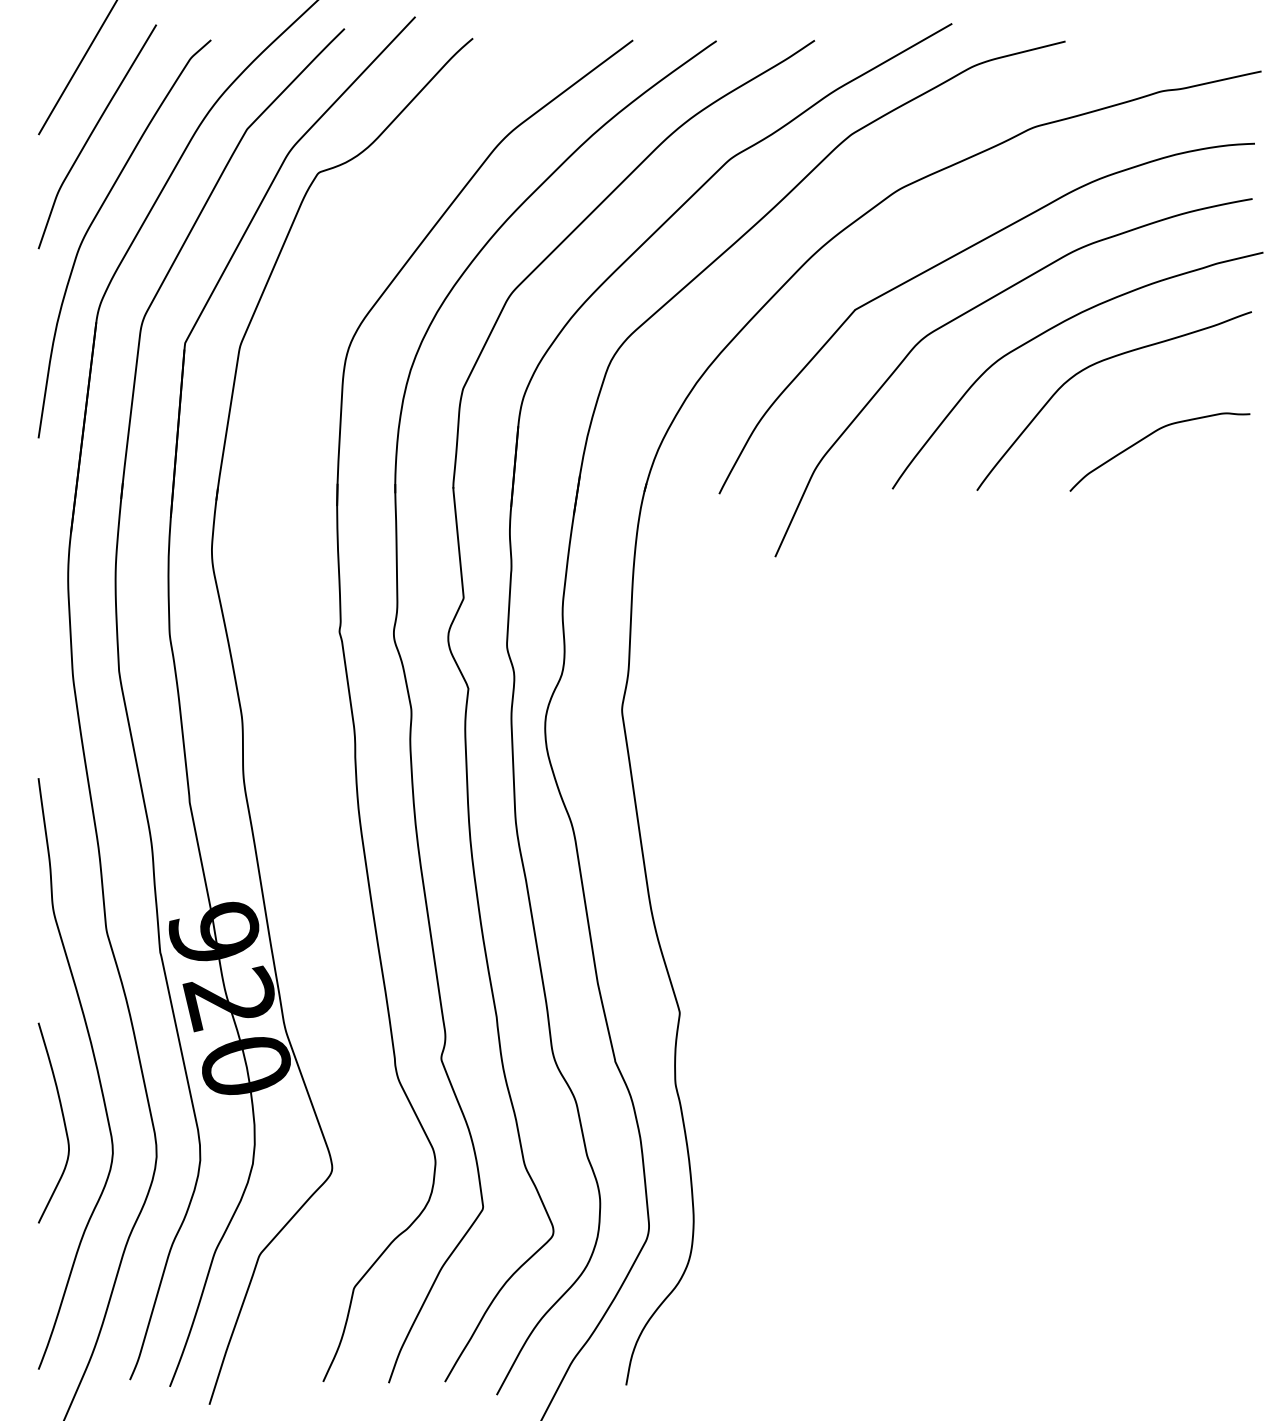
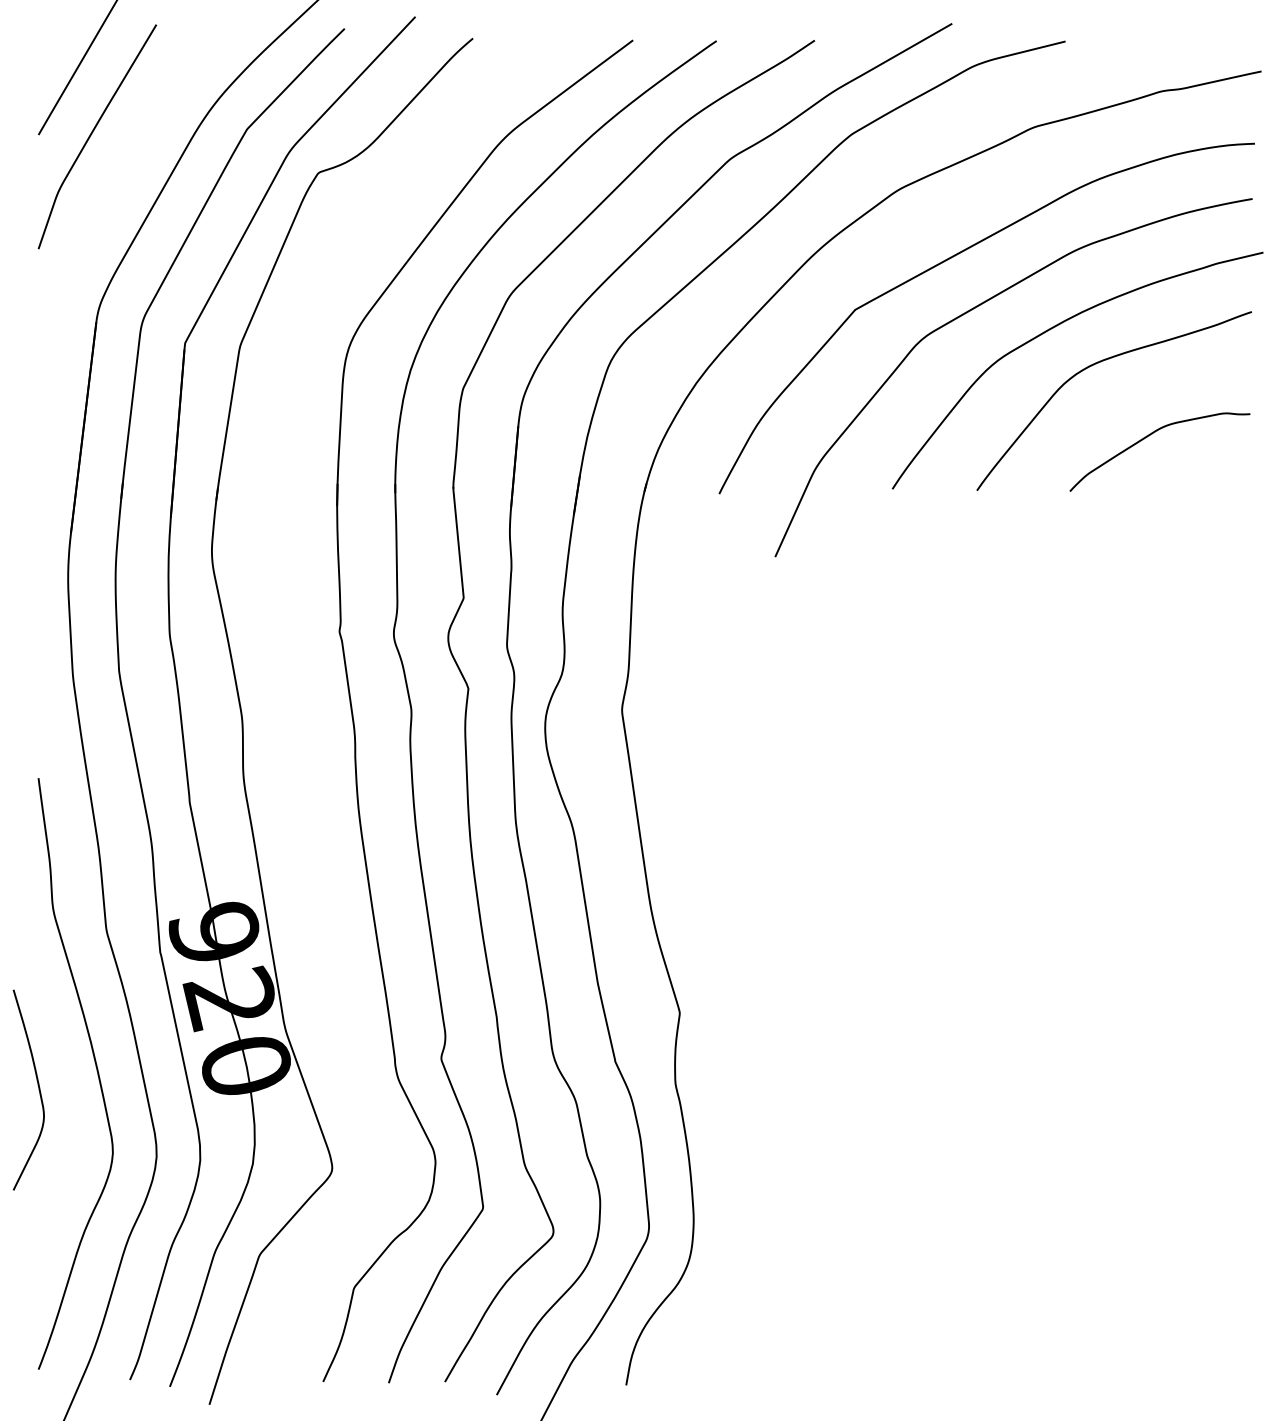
curve at (93, 222): present -> none
curve at (62, 1118) position: (62, 1118) -> (37, 1085)
